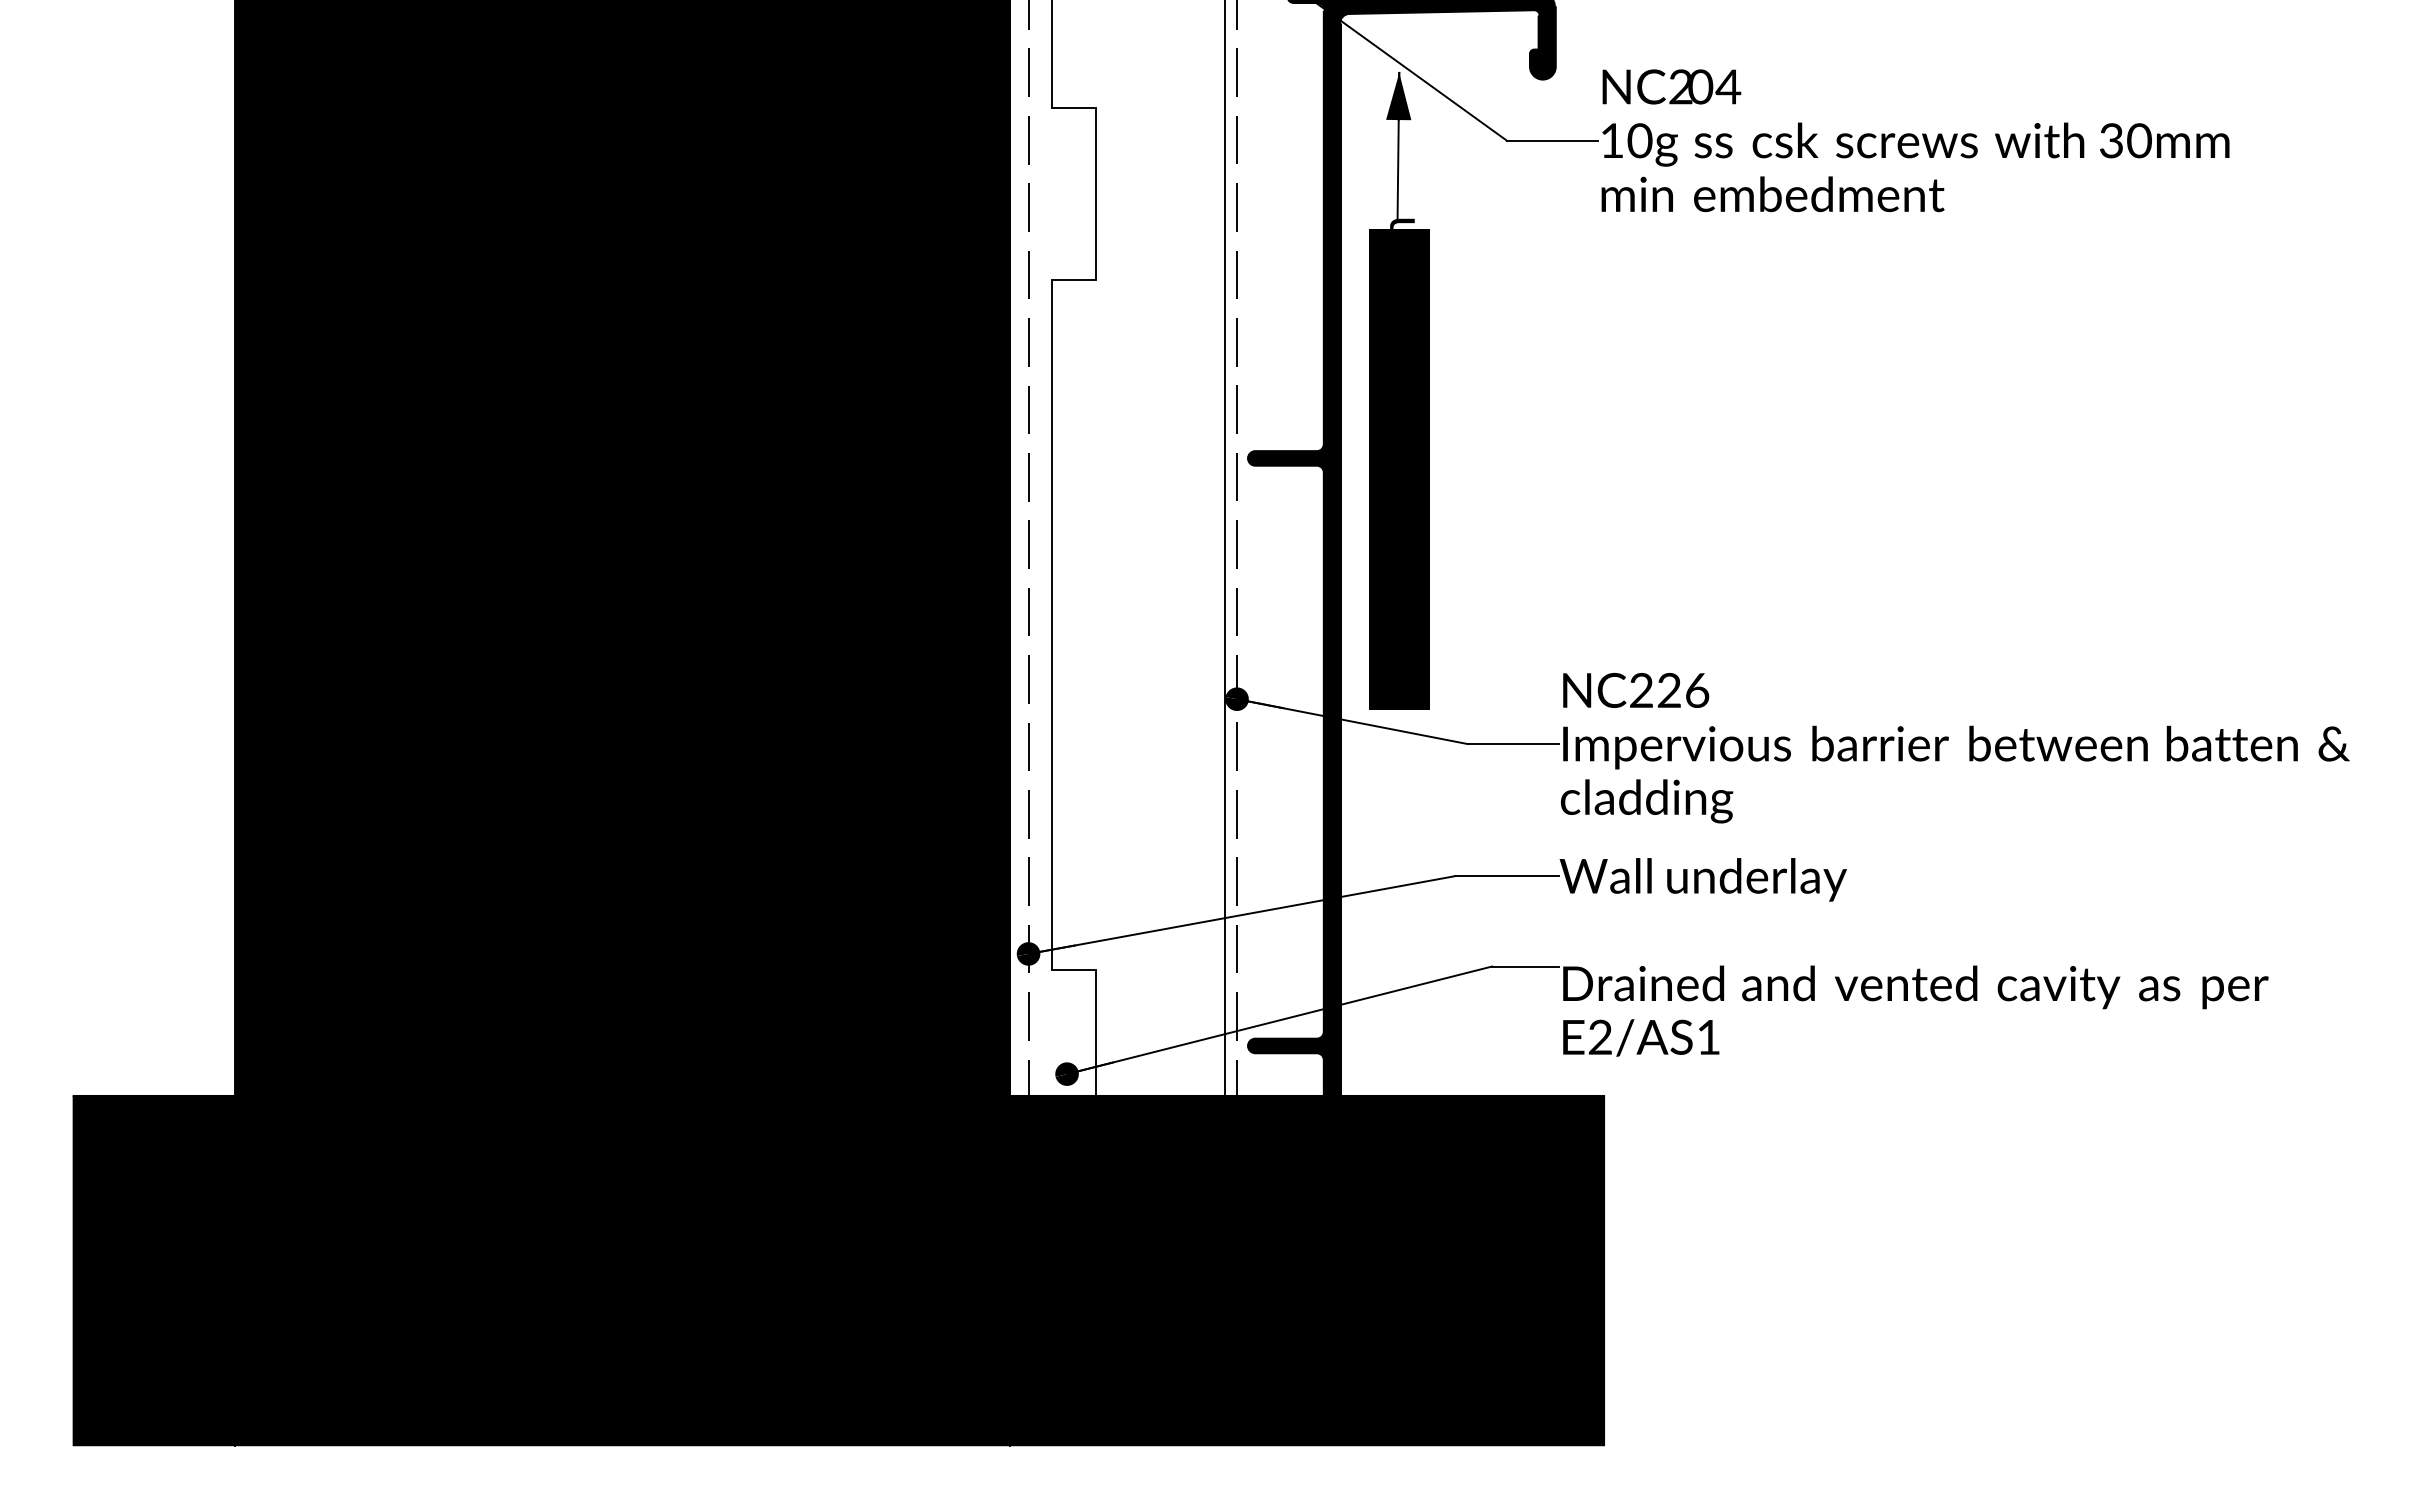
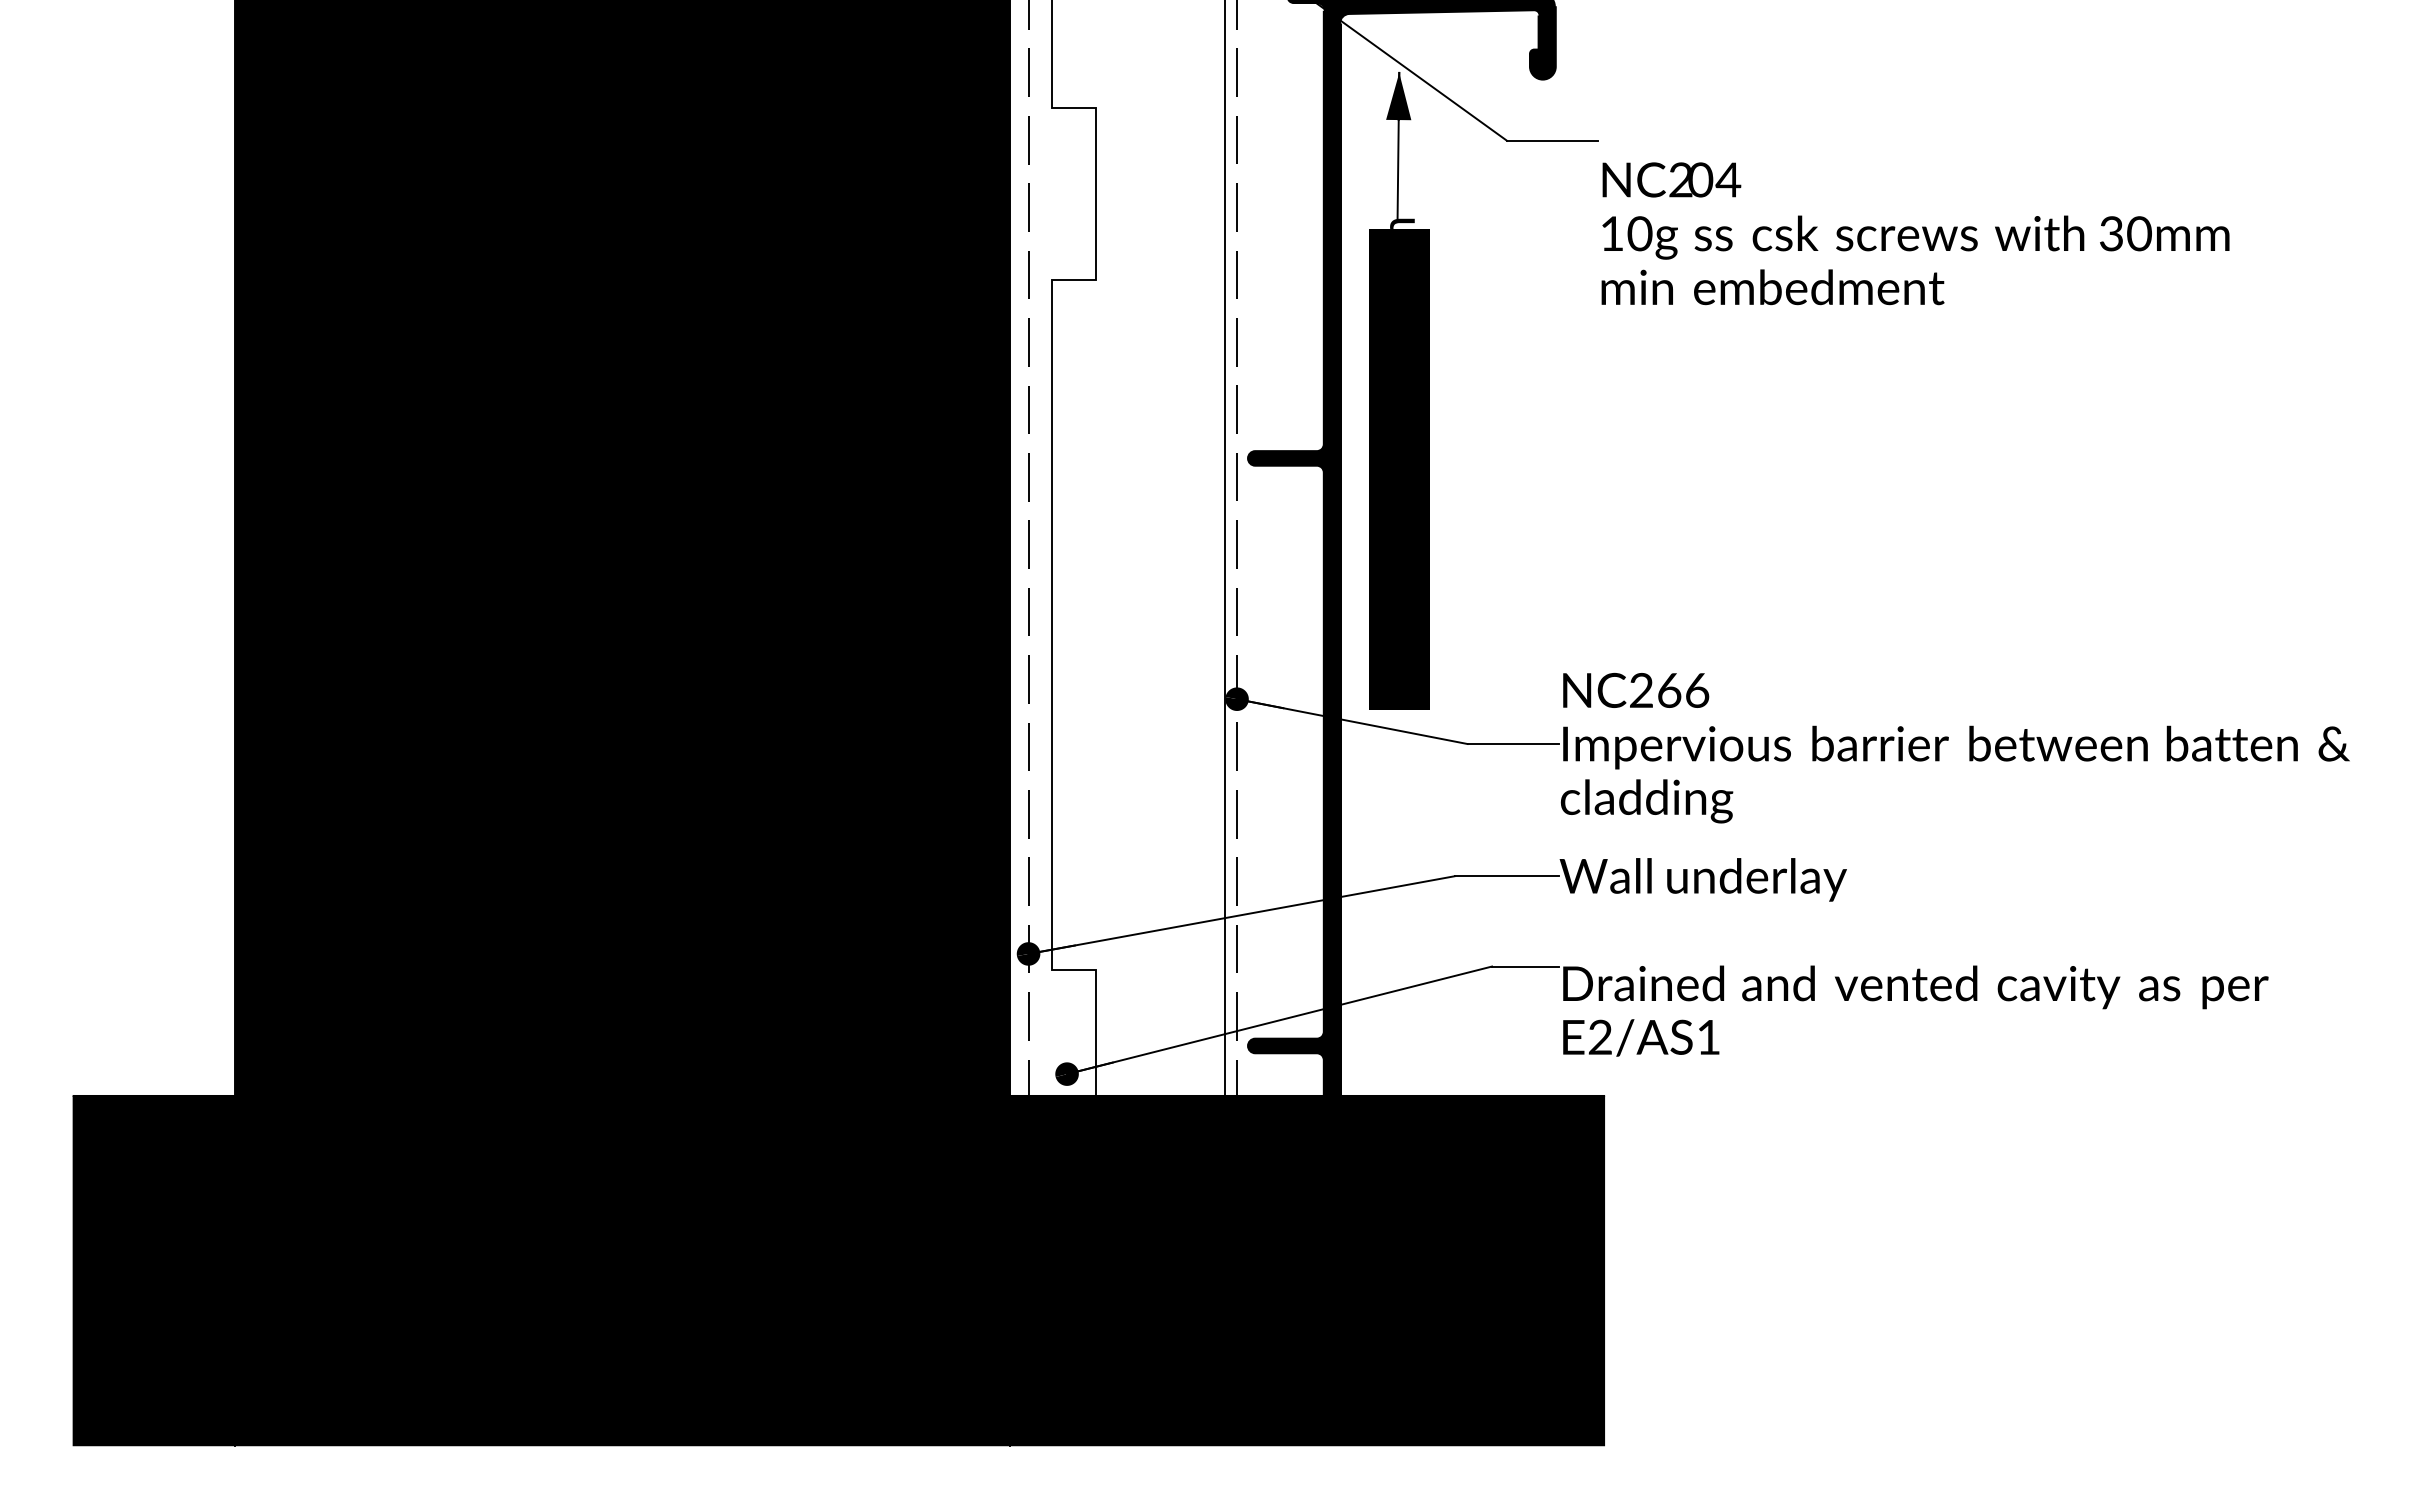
text at (1915, 140) position: (1915, 140) -> (1915, 233)
text at (1669, 689): NC226 -> NC266
